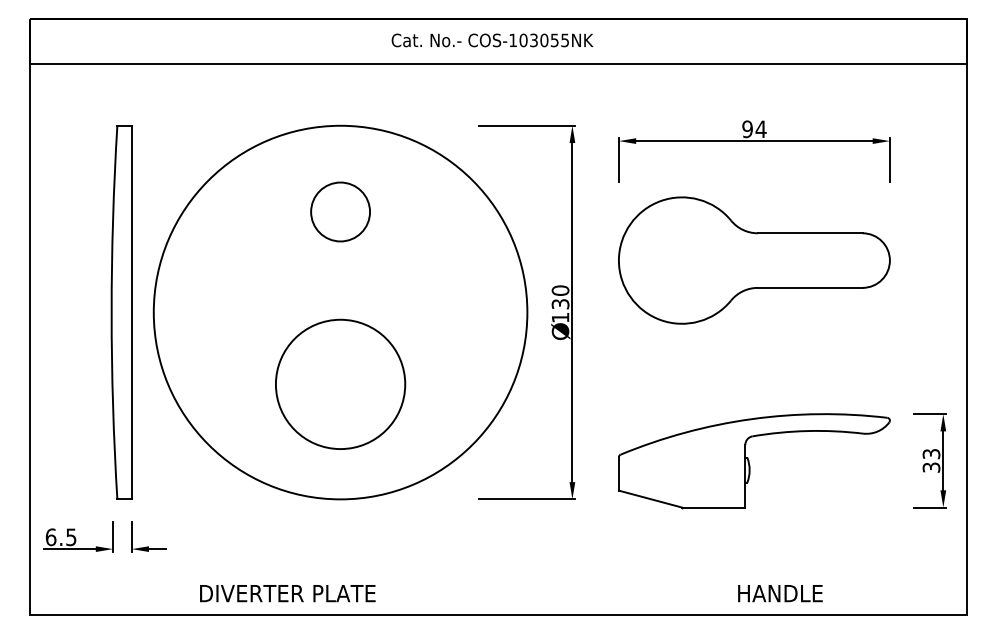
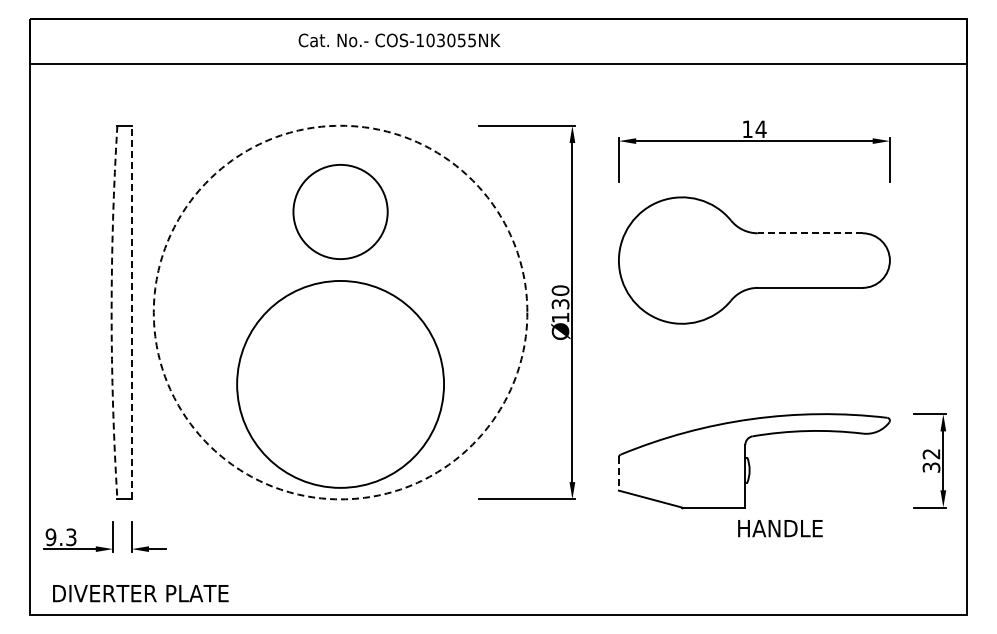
text at (492, 40) position: (492, 40) -> (399, 40)
text at (747, 129): 94 -> 14
circle at (340, 211) diameter: 59 px -> 94 px
line at (809, 233): solid -> dashed
arc at (111, 312): solid -> dashed
line at (131, 312): solid -> dashed
circle at (340, 312): solid -> dashed
circle at (340, 384) diameter: 129 px -> 207 px
text at (931, 454): 33 -> 32
line at (618, 473): solid -> dashed
text at (60, 537): 6.5 -> 9.3
text at (287, 593) position: (287, 593) -> (140, 593)
text at (780, 593) position: (780, 593) -> (780, 528)
